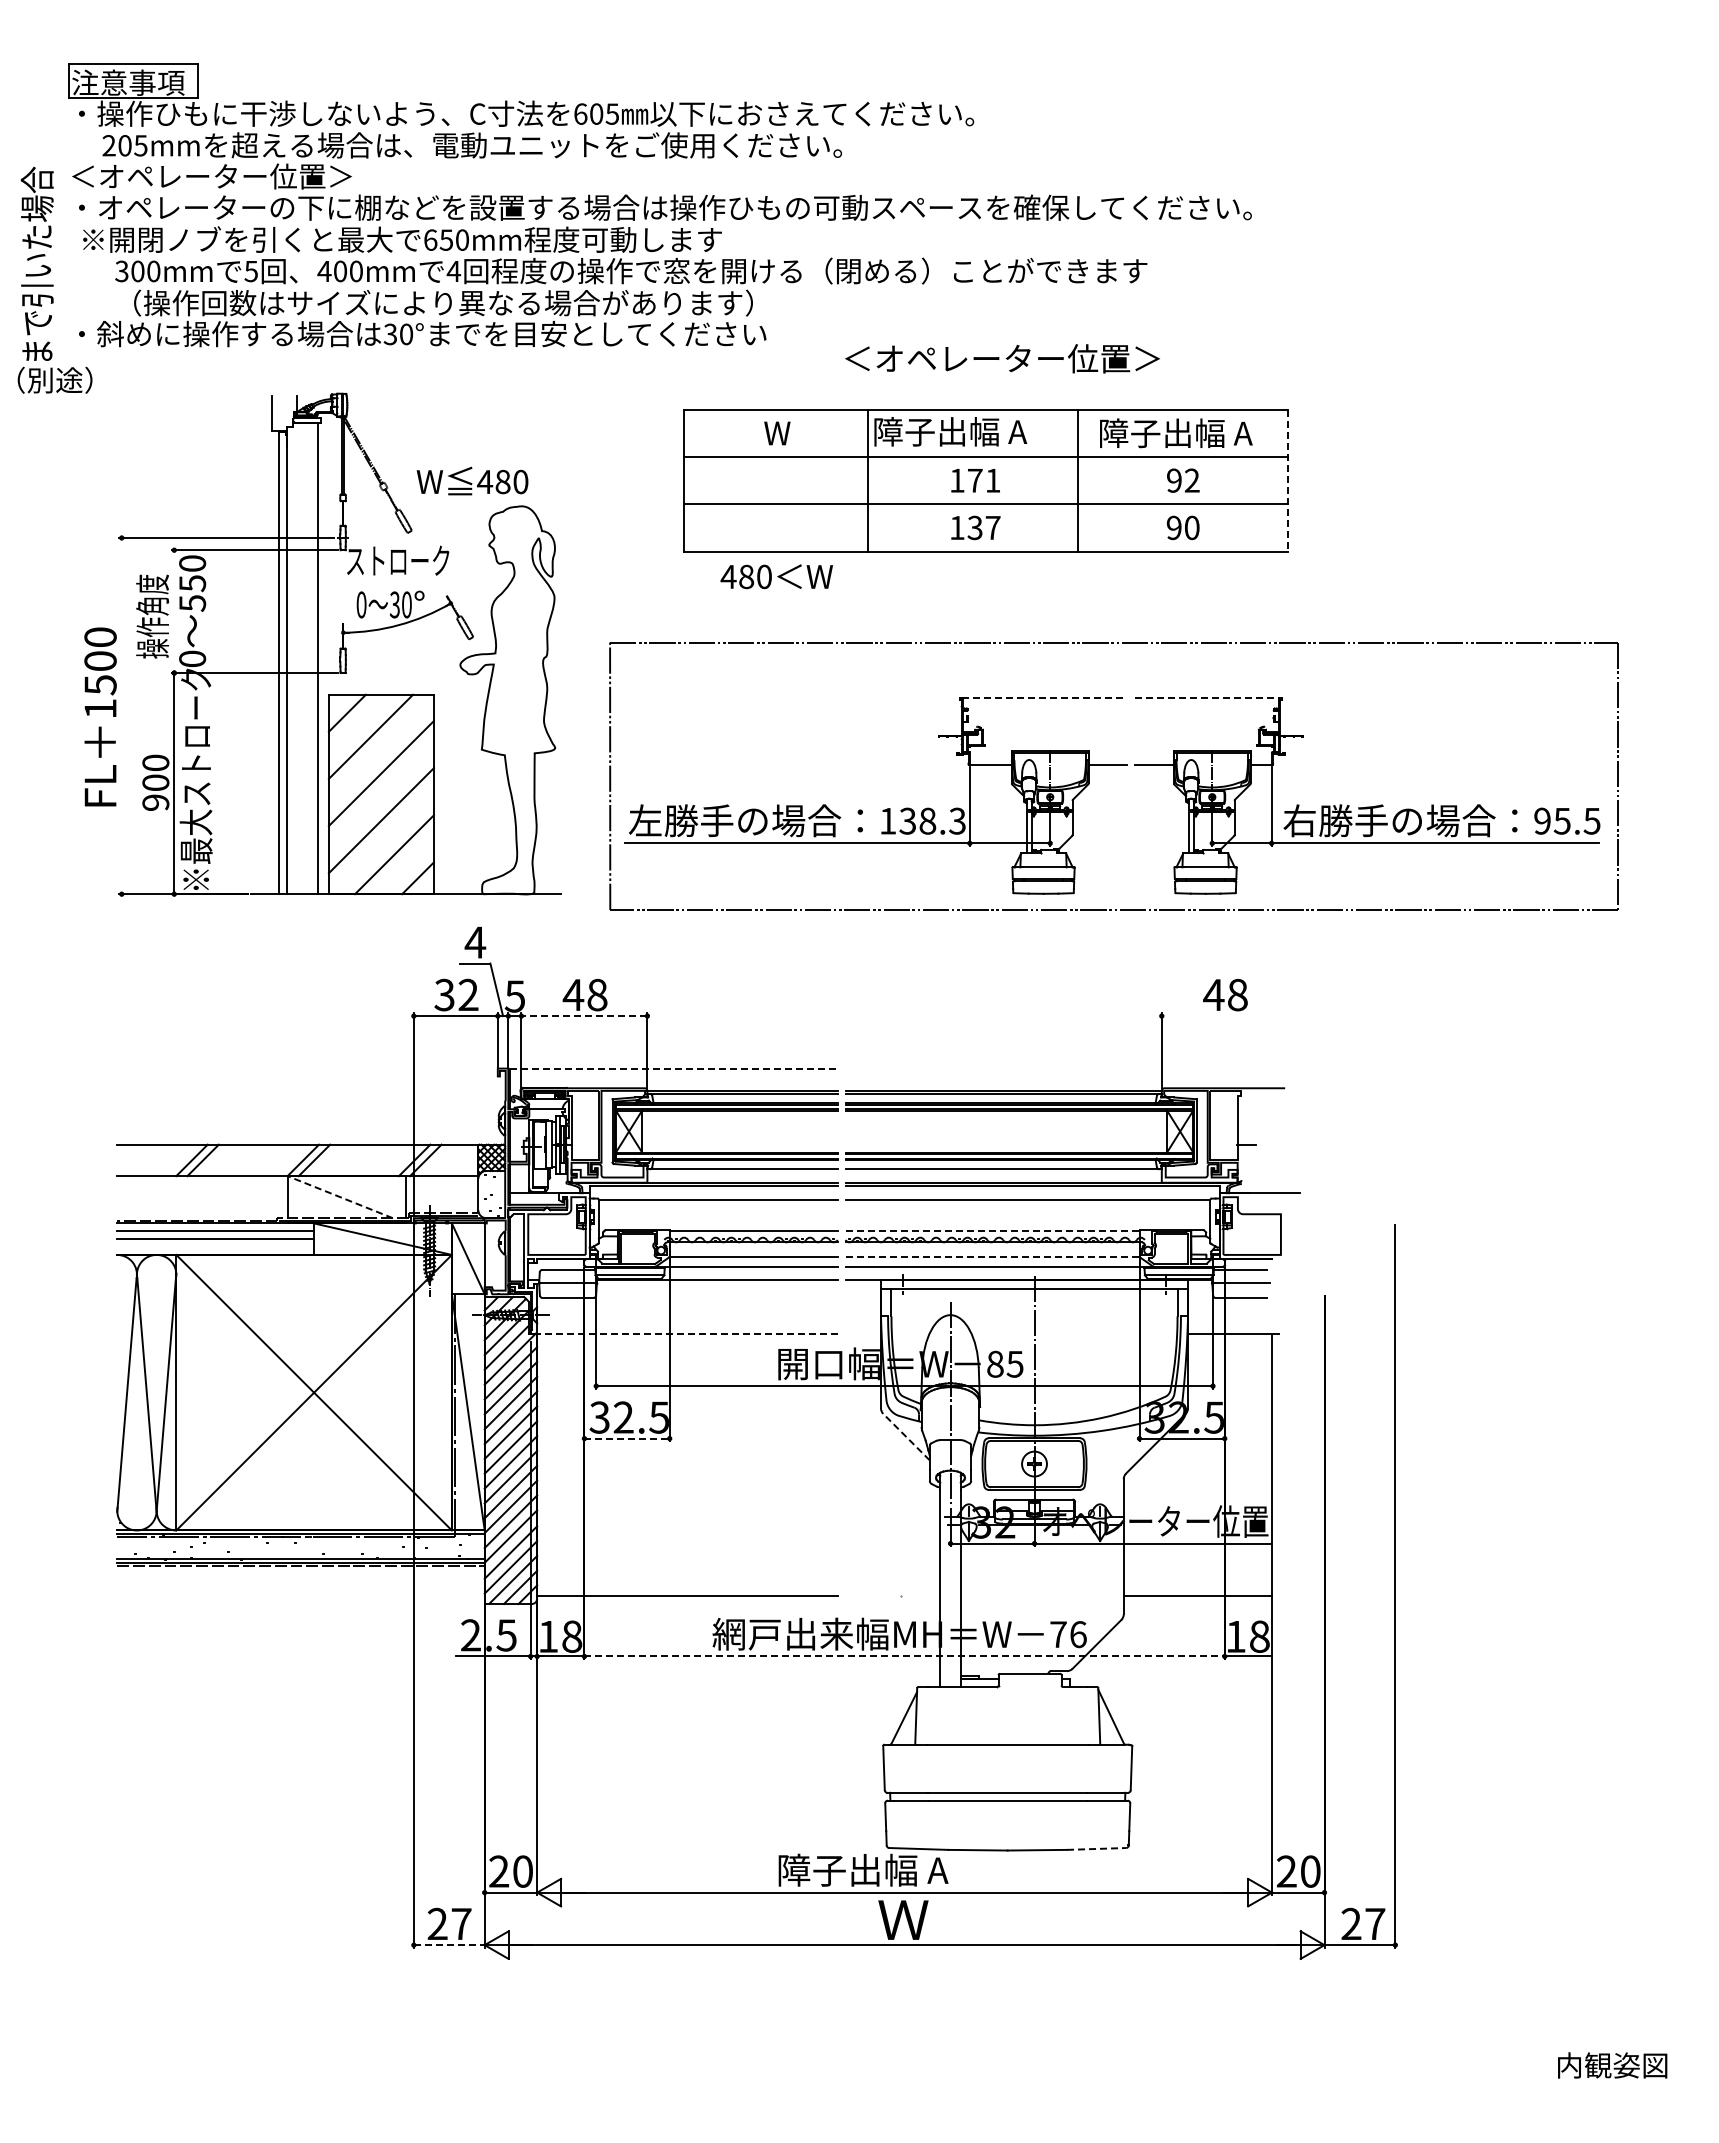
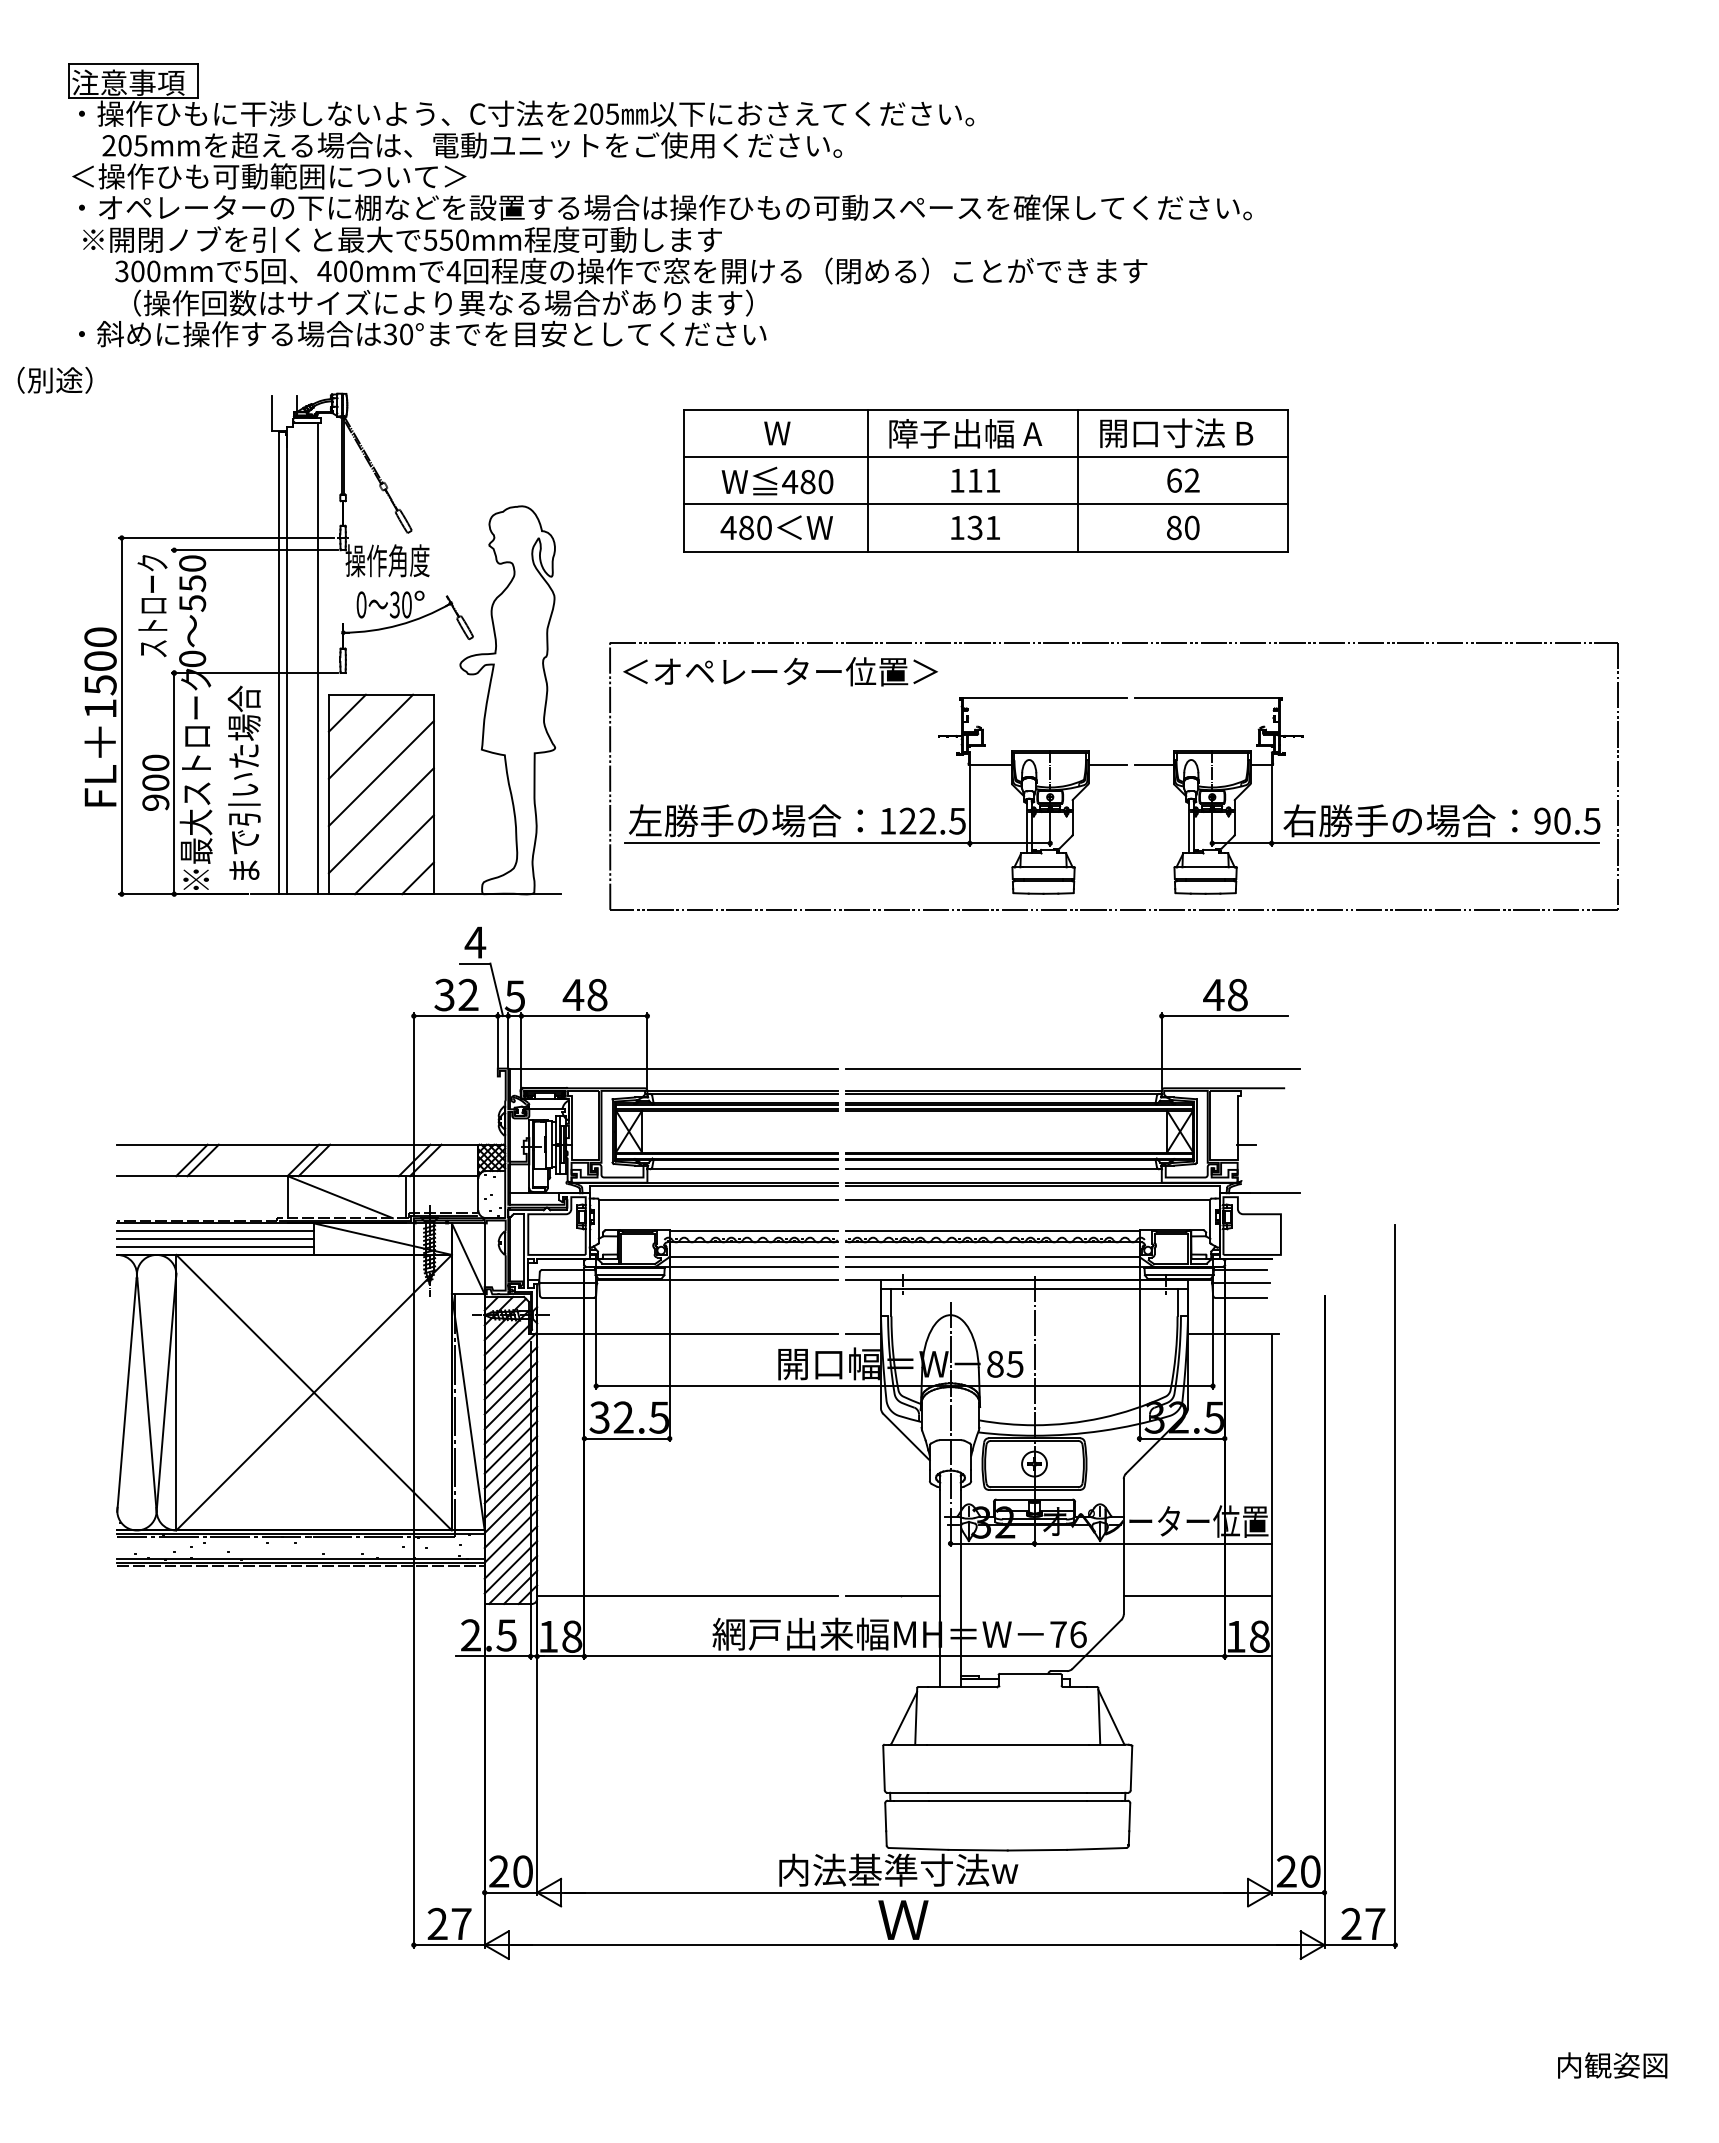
text at (580, 113): 605 -> 205
text at (282, 176): ＜オペレーター位置＞ -> ＜操作ひも可動範囲について＞
text at (430, 239): 650mm -> 550mm
text at (36, 263) position: (36, 263) -> (243, 782)
text at (1002, 358) position: (1002, 358) -> (780, 671)
text at (950, 431) position: (950, 431) -> (965, 433)
text at (1176, 433): 障子出幅 A -> 開口寸法 B
text at (472, 480) position: (472, 480) -> (777, 480)
text at (975, 480): 171 -> 111
text at (1174, 480): 92 -> 62
line at (1287, 480): dashed -> solid
text at (992, 527): 137 -> 131
text at (1173, 527): 90 -> 80
text at (397, 560): ストローク -> 操作角度
text at (776, 576) position: (776, 576) -> (776, 527)
text at (152, 606): 操作角度 -> ストローク
line at (1045, 698): dashed -> solid
line at (1207, 698): dashed -> solid
line at (121, 715): none -> present
text at (932, 820): 138.3 -> 122.5
text at (1561, 820): 95.5 -> 90.5
line at (584, 1016): dashed -> solid
line at (1224, 1016): none -> present
line at (674, 1068): dashed -> solid
line at (1072, 1068): none -> present
line at (340, 1197): dashed -> solid
line at (992, 1231): dashed -> solid
line at (215, 1247): none -> present
line at (992, 1257): dashed -> solid
line at (684, 1333): dashed -> solid
line at (862, 1333): none -> present
line at (906, 1437): dashed -> solid
line at (627, 1438): dashed -> solid
line at (892, 1596): none -> present
line at (905, 1656): dashed -> solid
line at (1096, 1848): dashed -> solid
text at (898, 1869): 障子出幅 A -> 内法基準寸法w
line at (449, 1945): dashed -> solid
